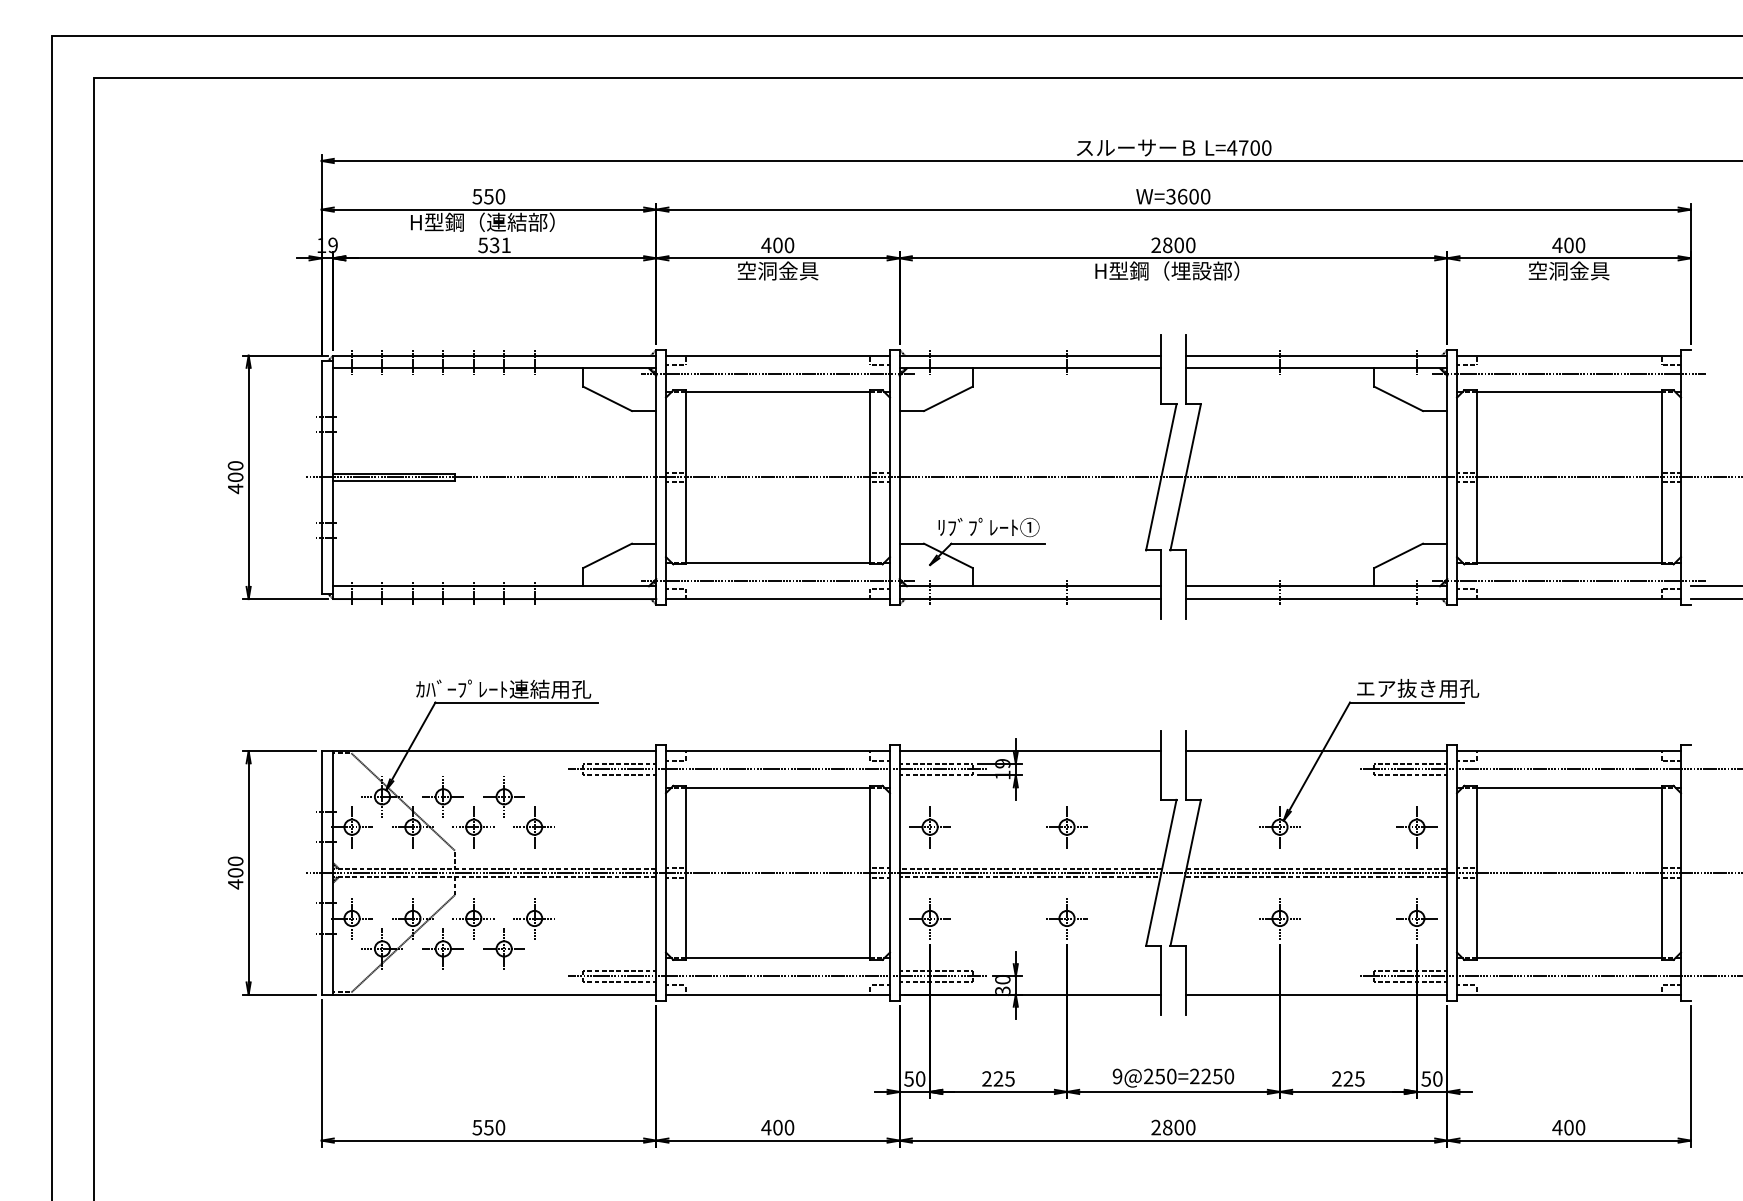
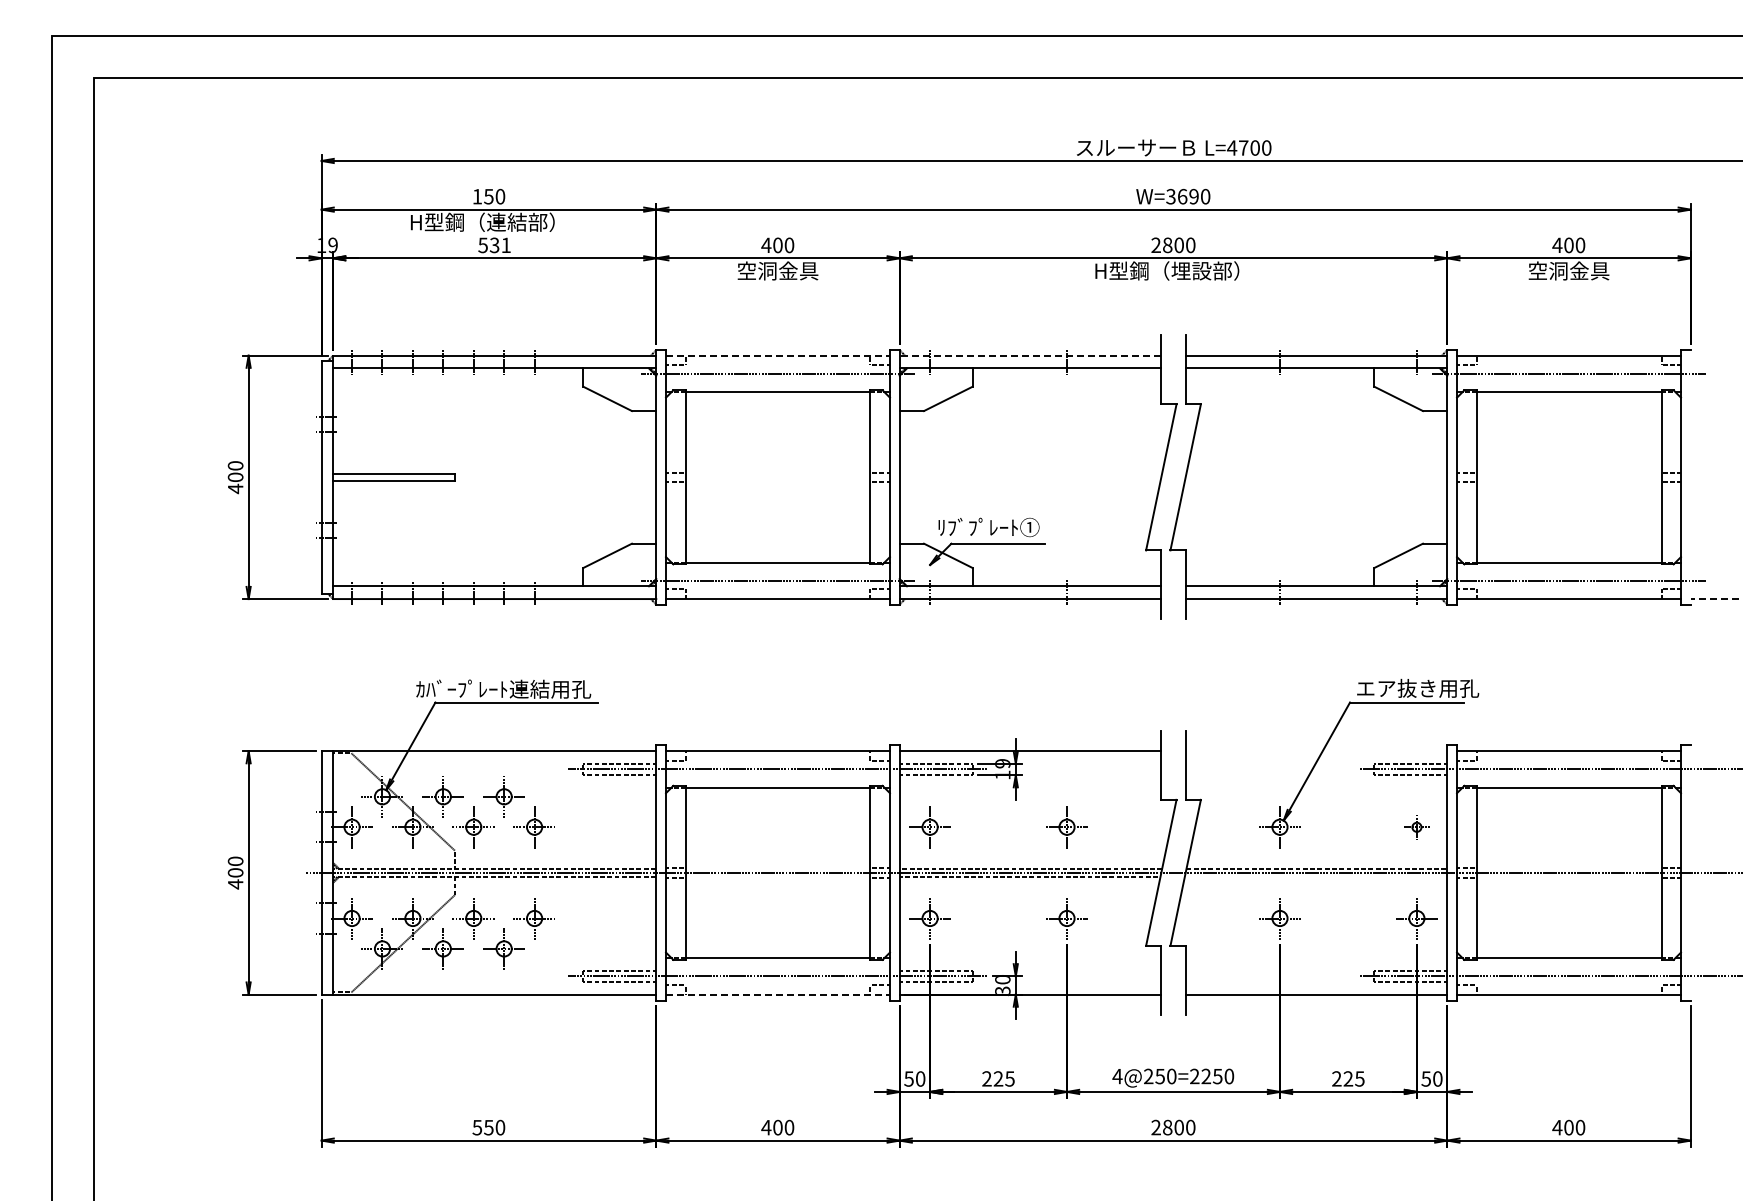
text at (477, 196): 550 -> 150
text at (1193, 196): W=3600 -> W=3690
line at (777, 355): solid -> dashed
line at (1030, 355): solid -> dashed
line at (1022, 477): present -> none
line at (1714, 586): present -> none
line at (1716, 599): solid -> dashed
line at (1316, 751): present -> none
part at (1416, 827) size: 42x43 px -> 26x25 px
line at (1315, 876): present -> none
line at (777, 994): solid -> dashed
text at (1117, 1076): 9@250=2250 -> 4@250=2250
